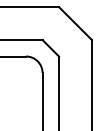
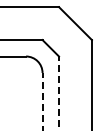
line at (59, 93): solid -> dashed
line at (42, 101): solid -> dashed
